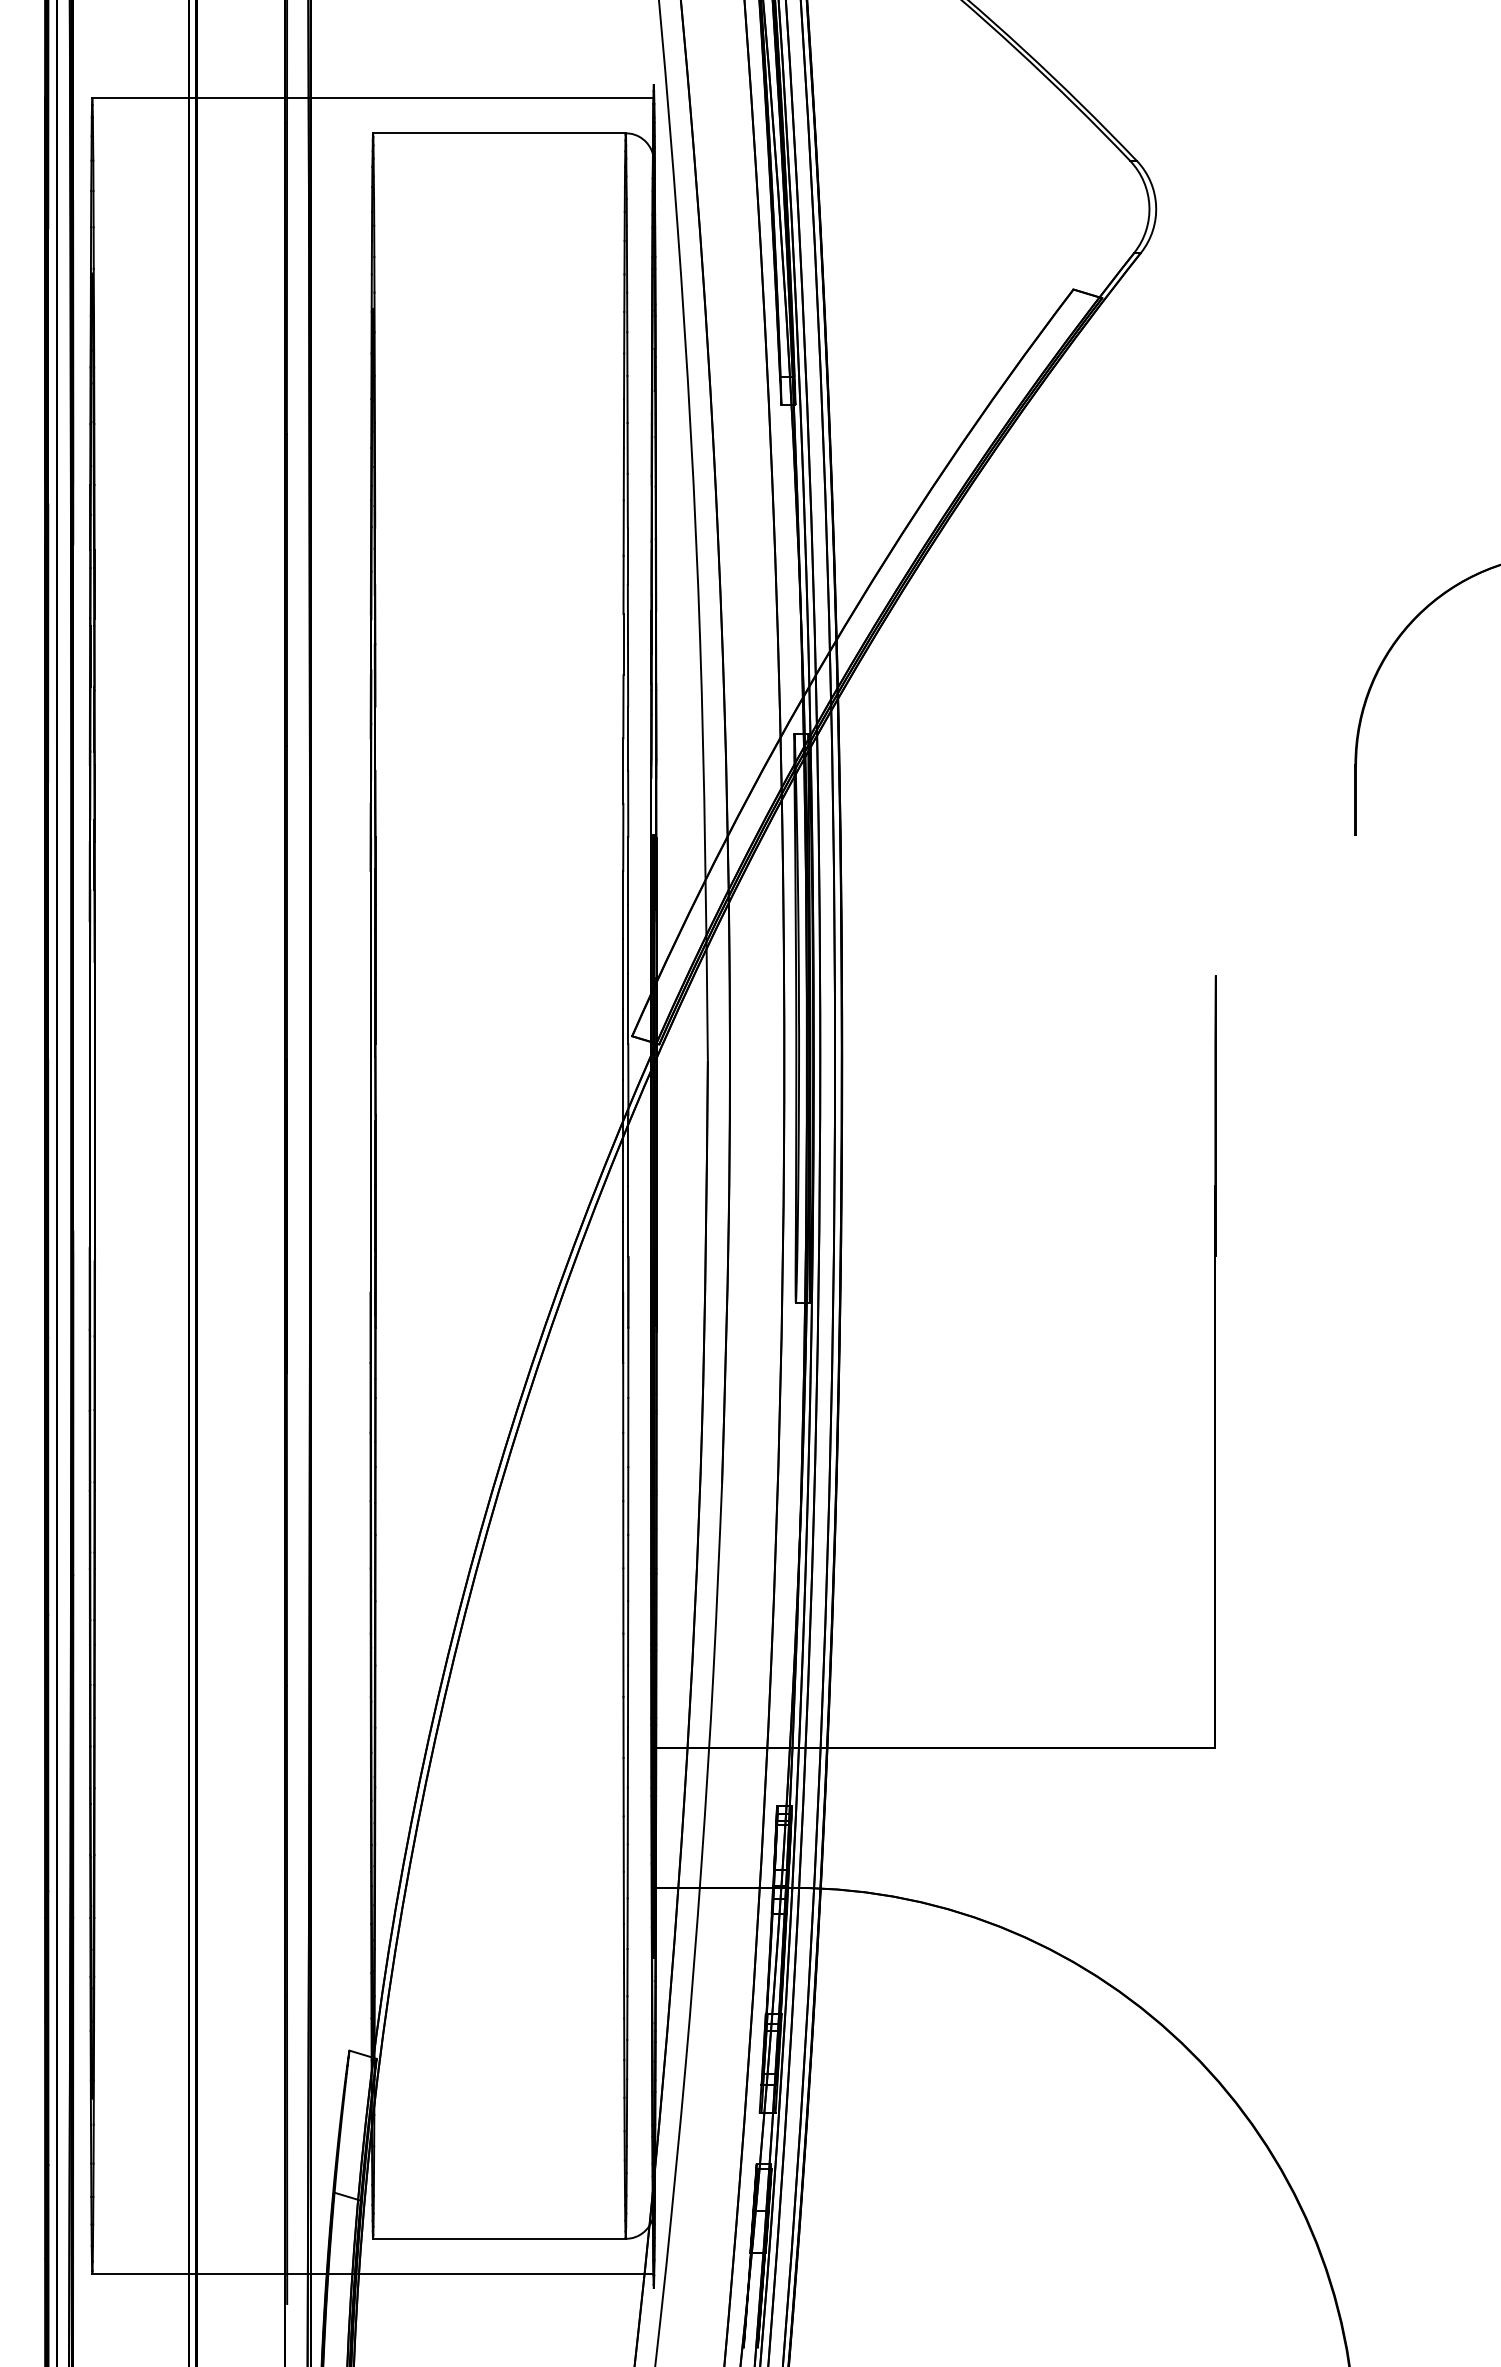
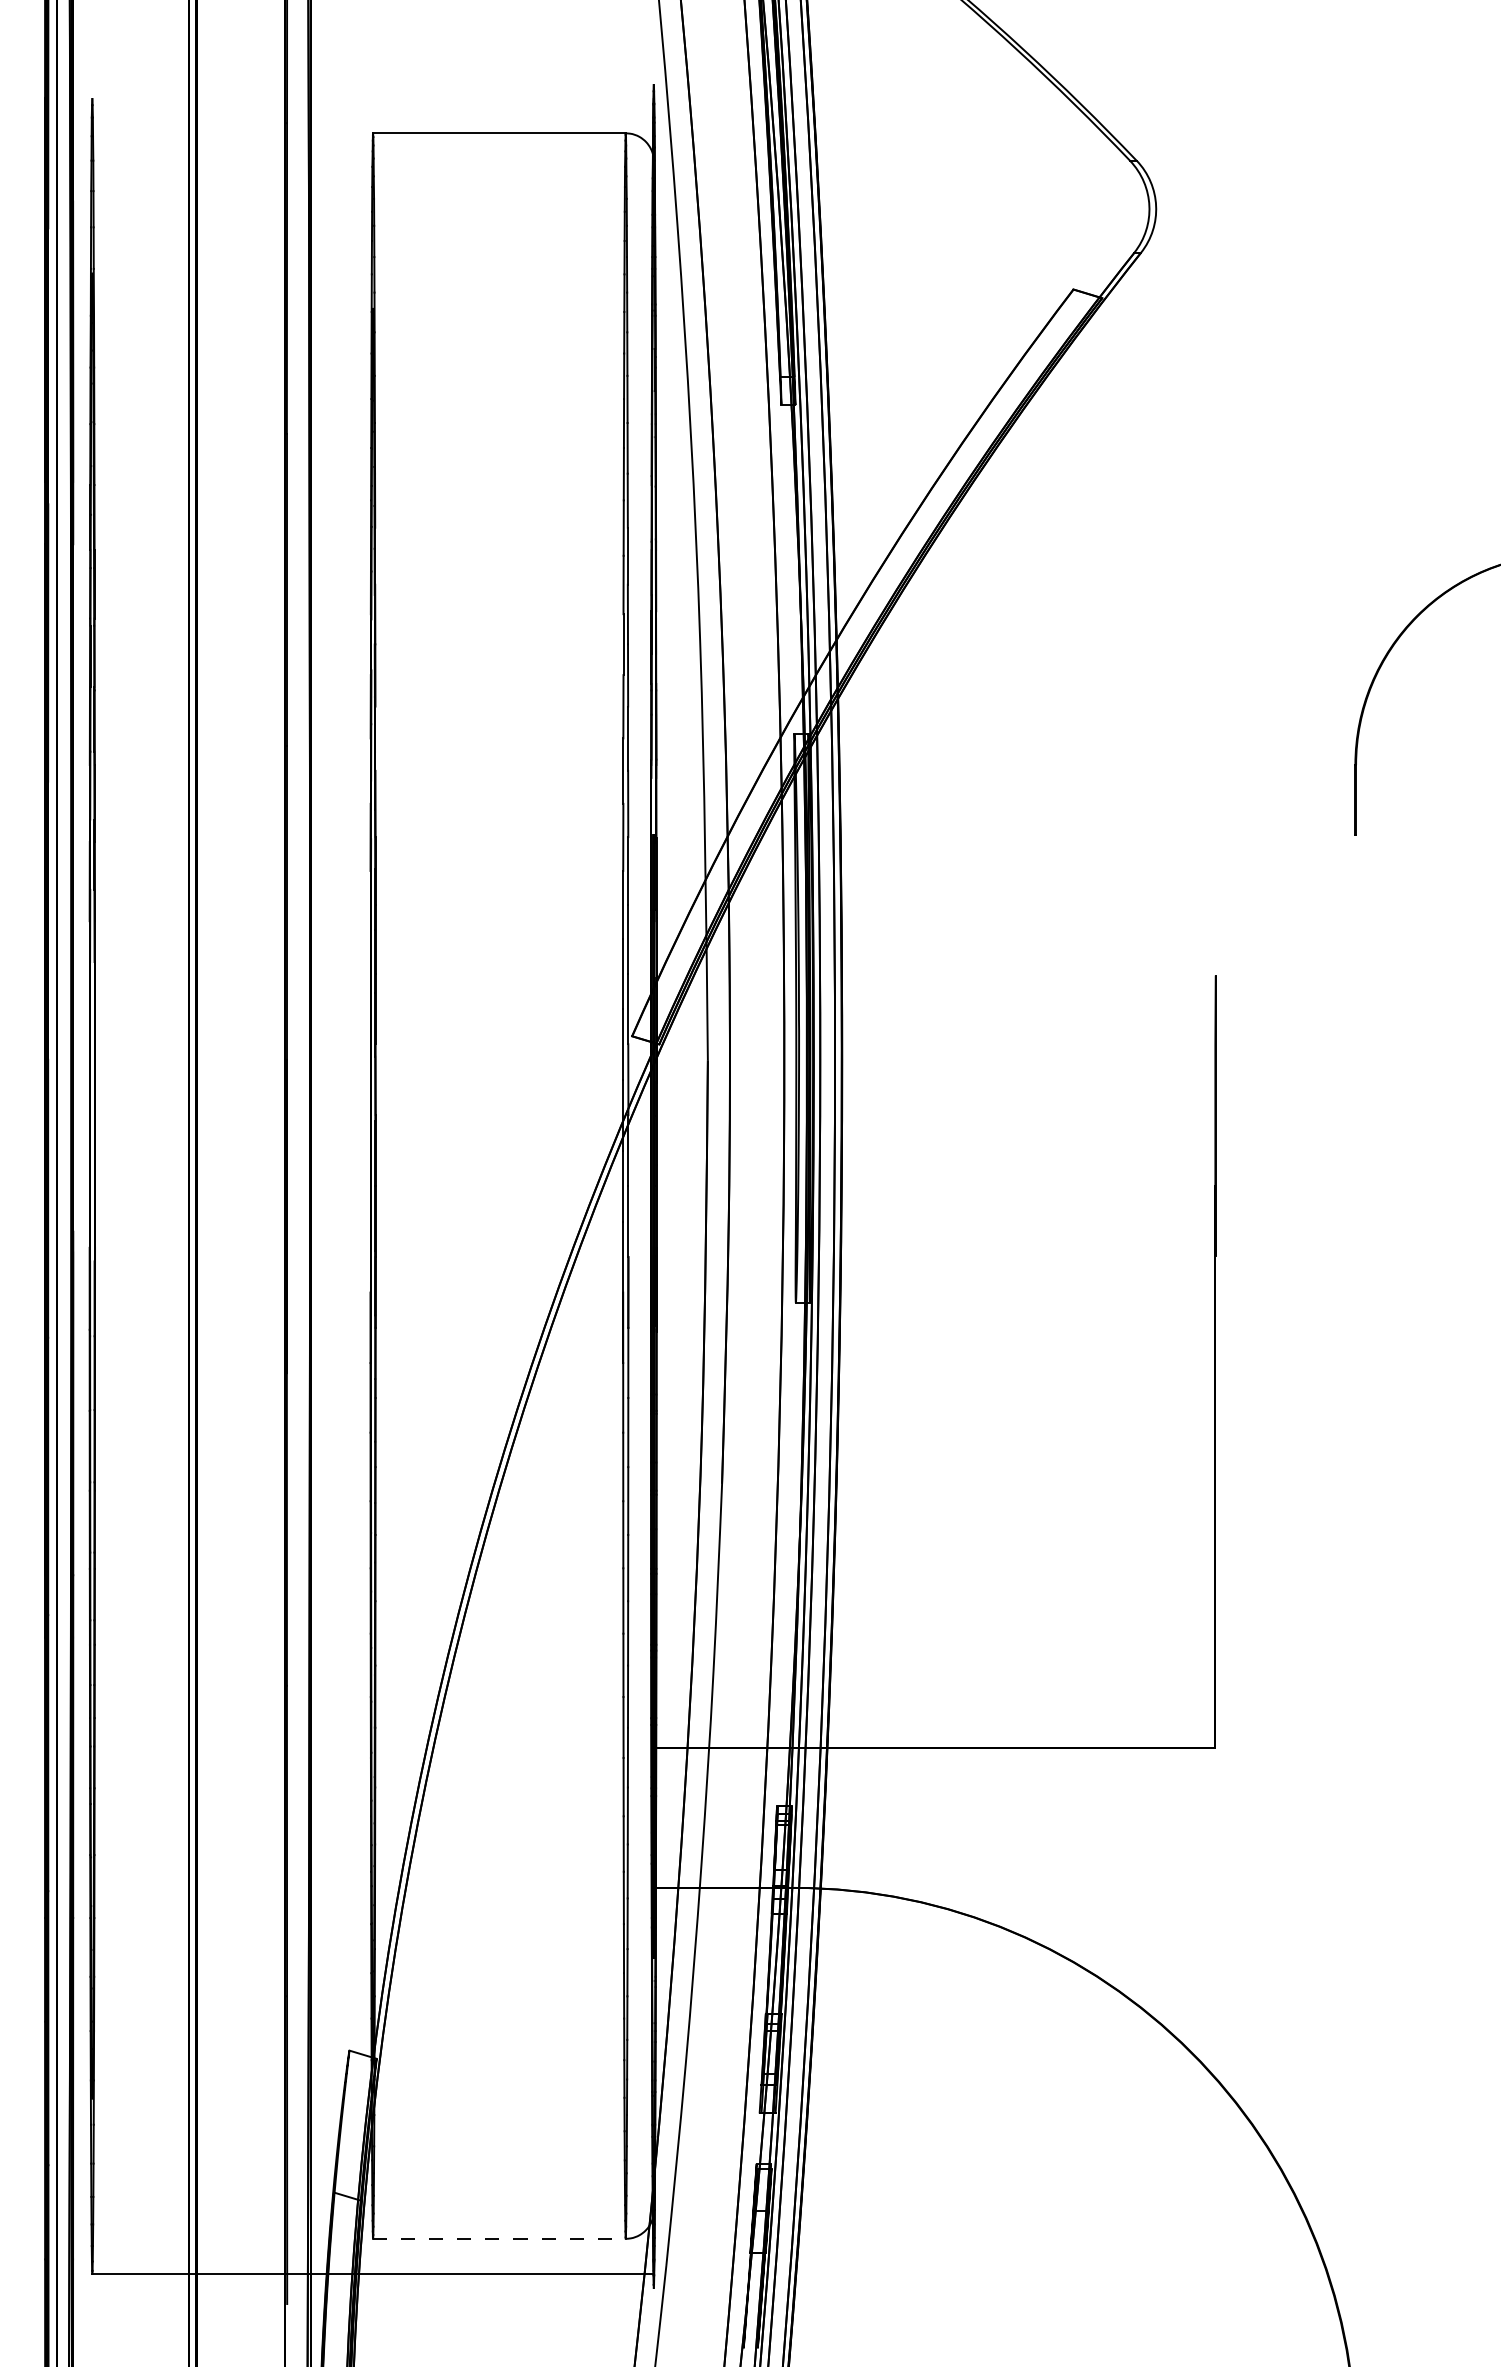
line at (372, 98): present -> none
line at (499, 2238): solid -> dashed
